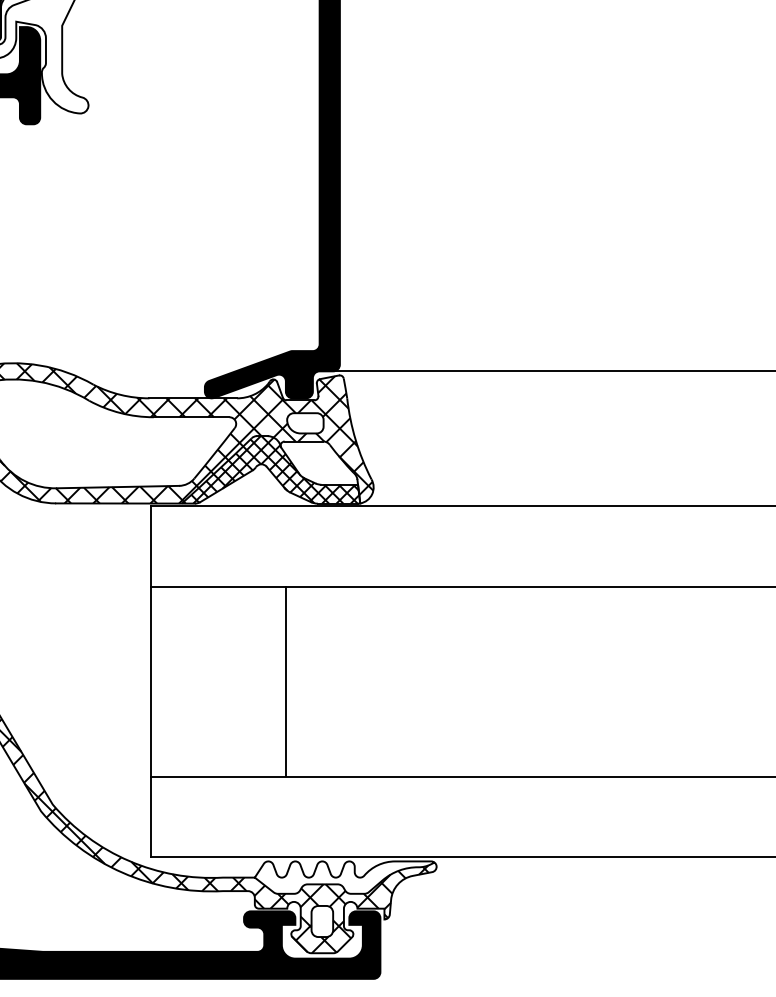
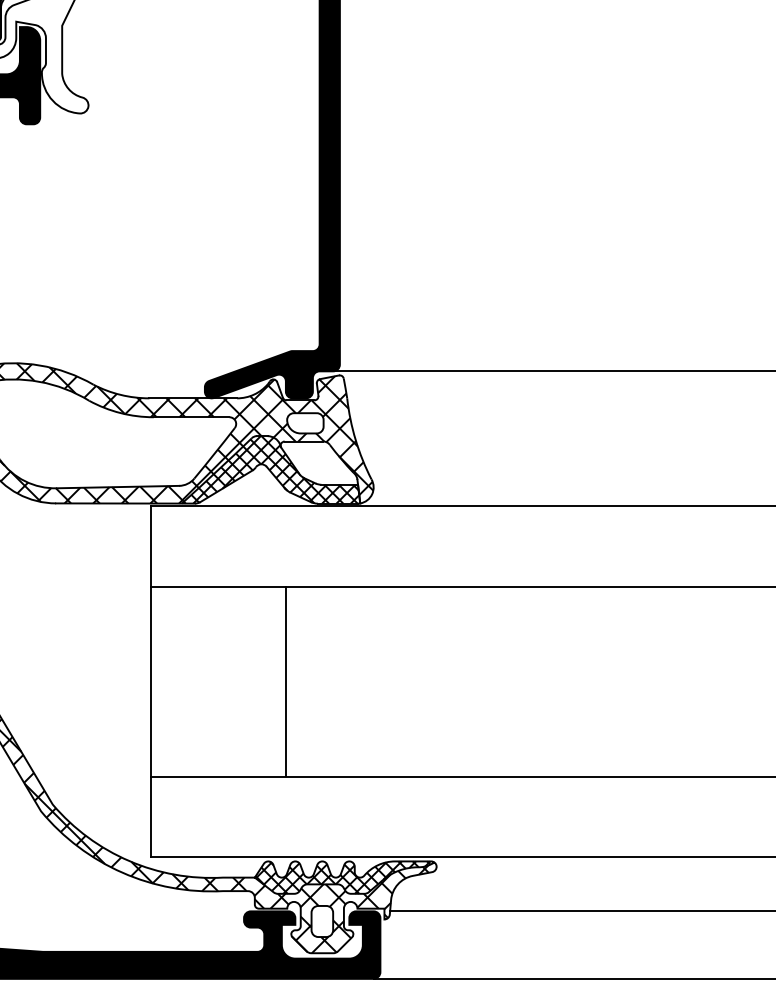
hatch at (342, 877): none -> present
line at (581, 911): none -> present
line at (572, 978): none -> present
